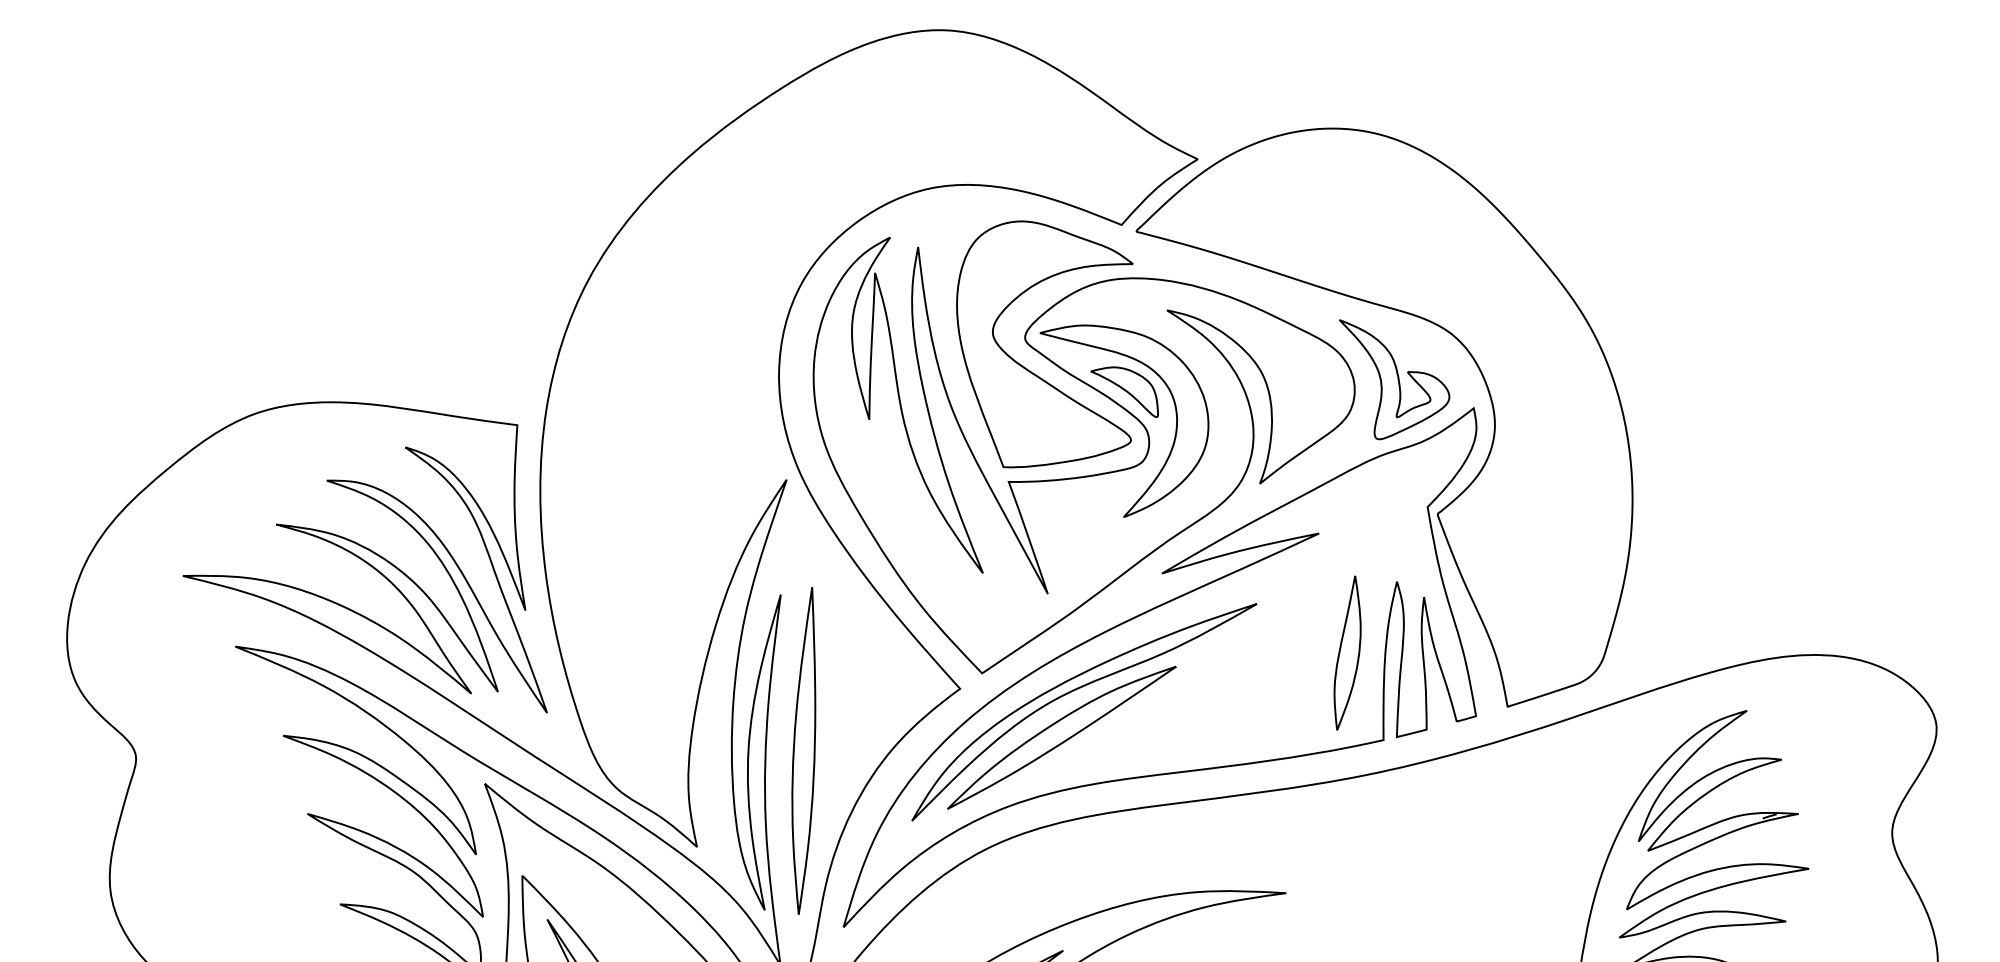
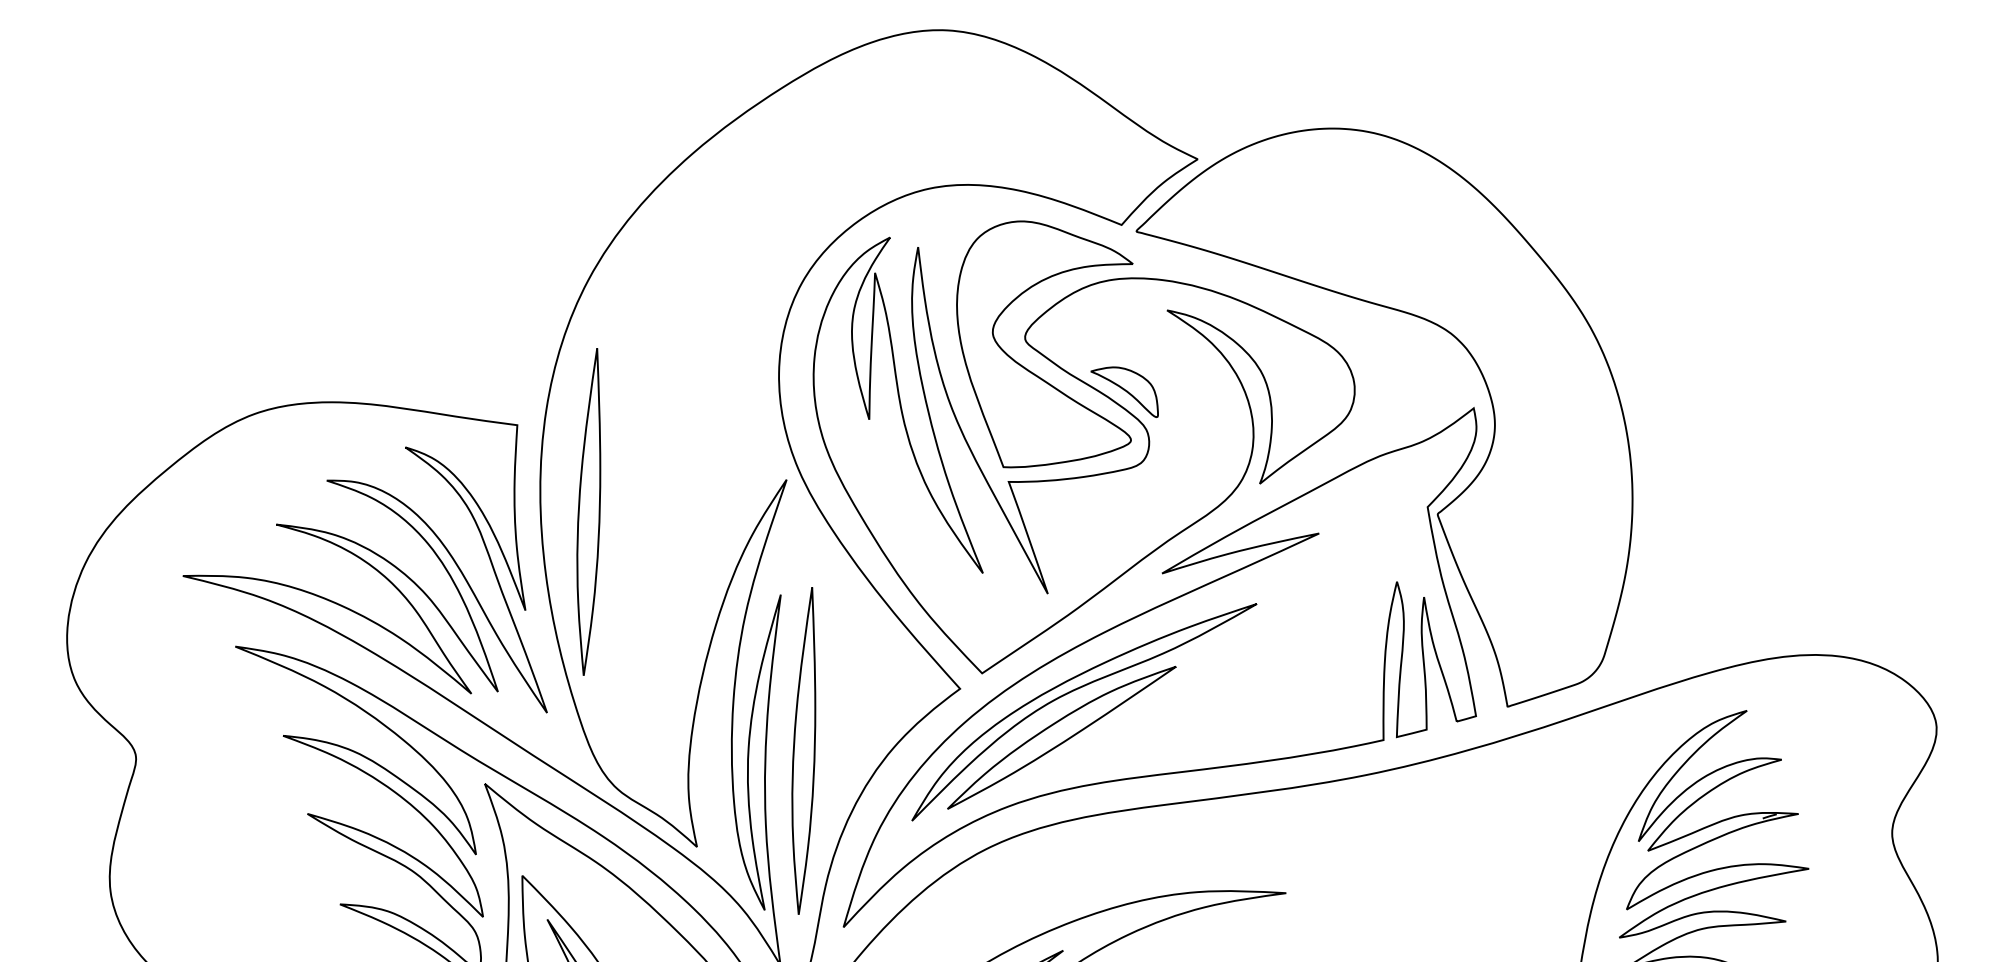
part at (1394, 379): present -> none
part at (1175, 414): present -> none
part at (588, 511): none -> present
part at (1347, 652): present -> none
